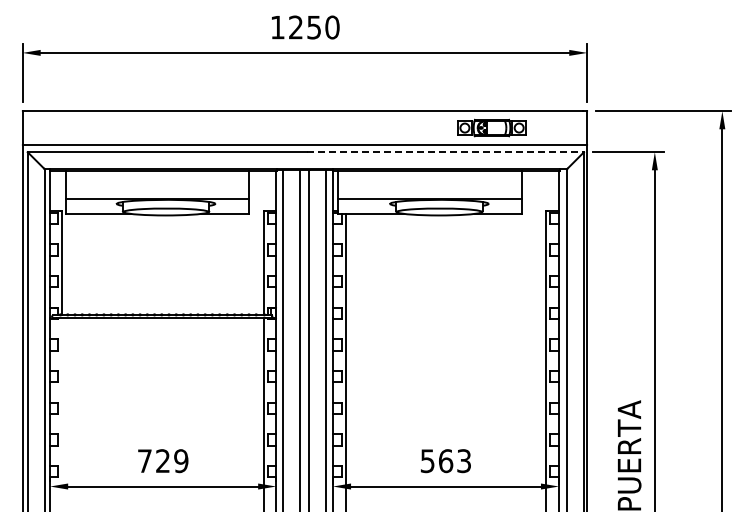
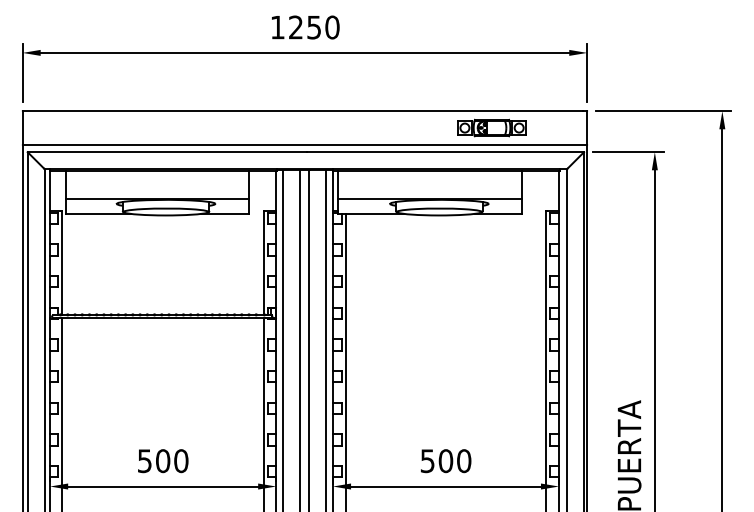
line at (446, 152): dashed -> solid
line at (61, 413): none -> present
text at (163, 461): 729 -> 500
text at (454, 461): 563 -> 500
